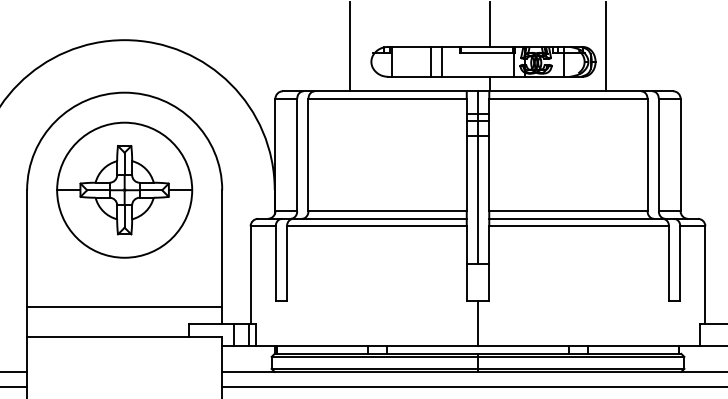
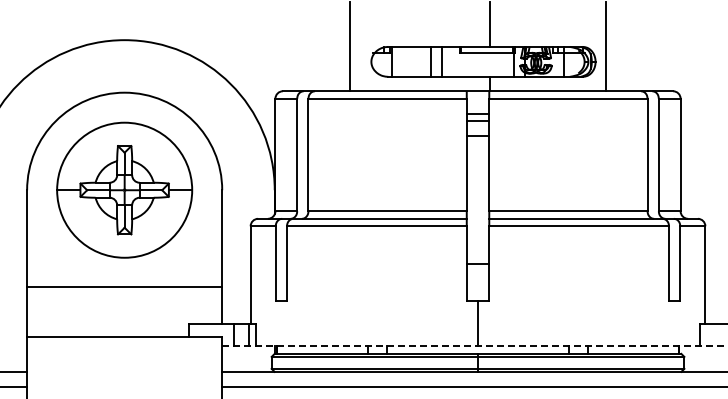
line at (478, 177): present -> none
line at (124, 306) position: (124, 306) -> (124, 286)
line at (475, 346): solid -> dashed
